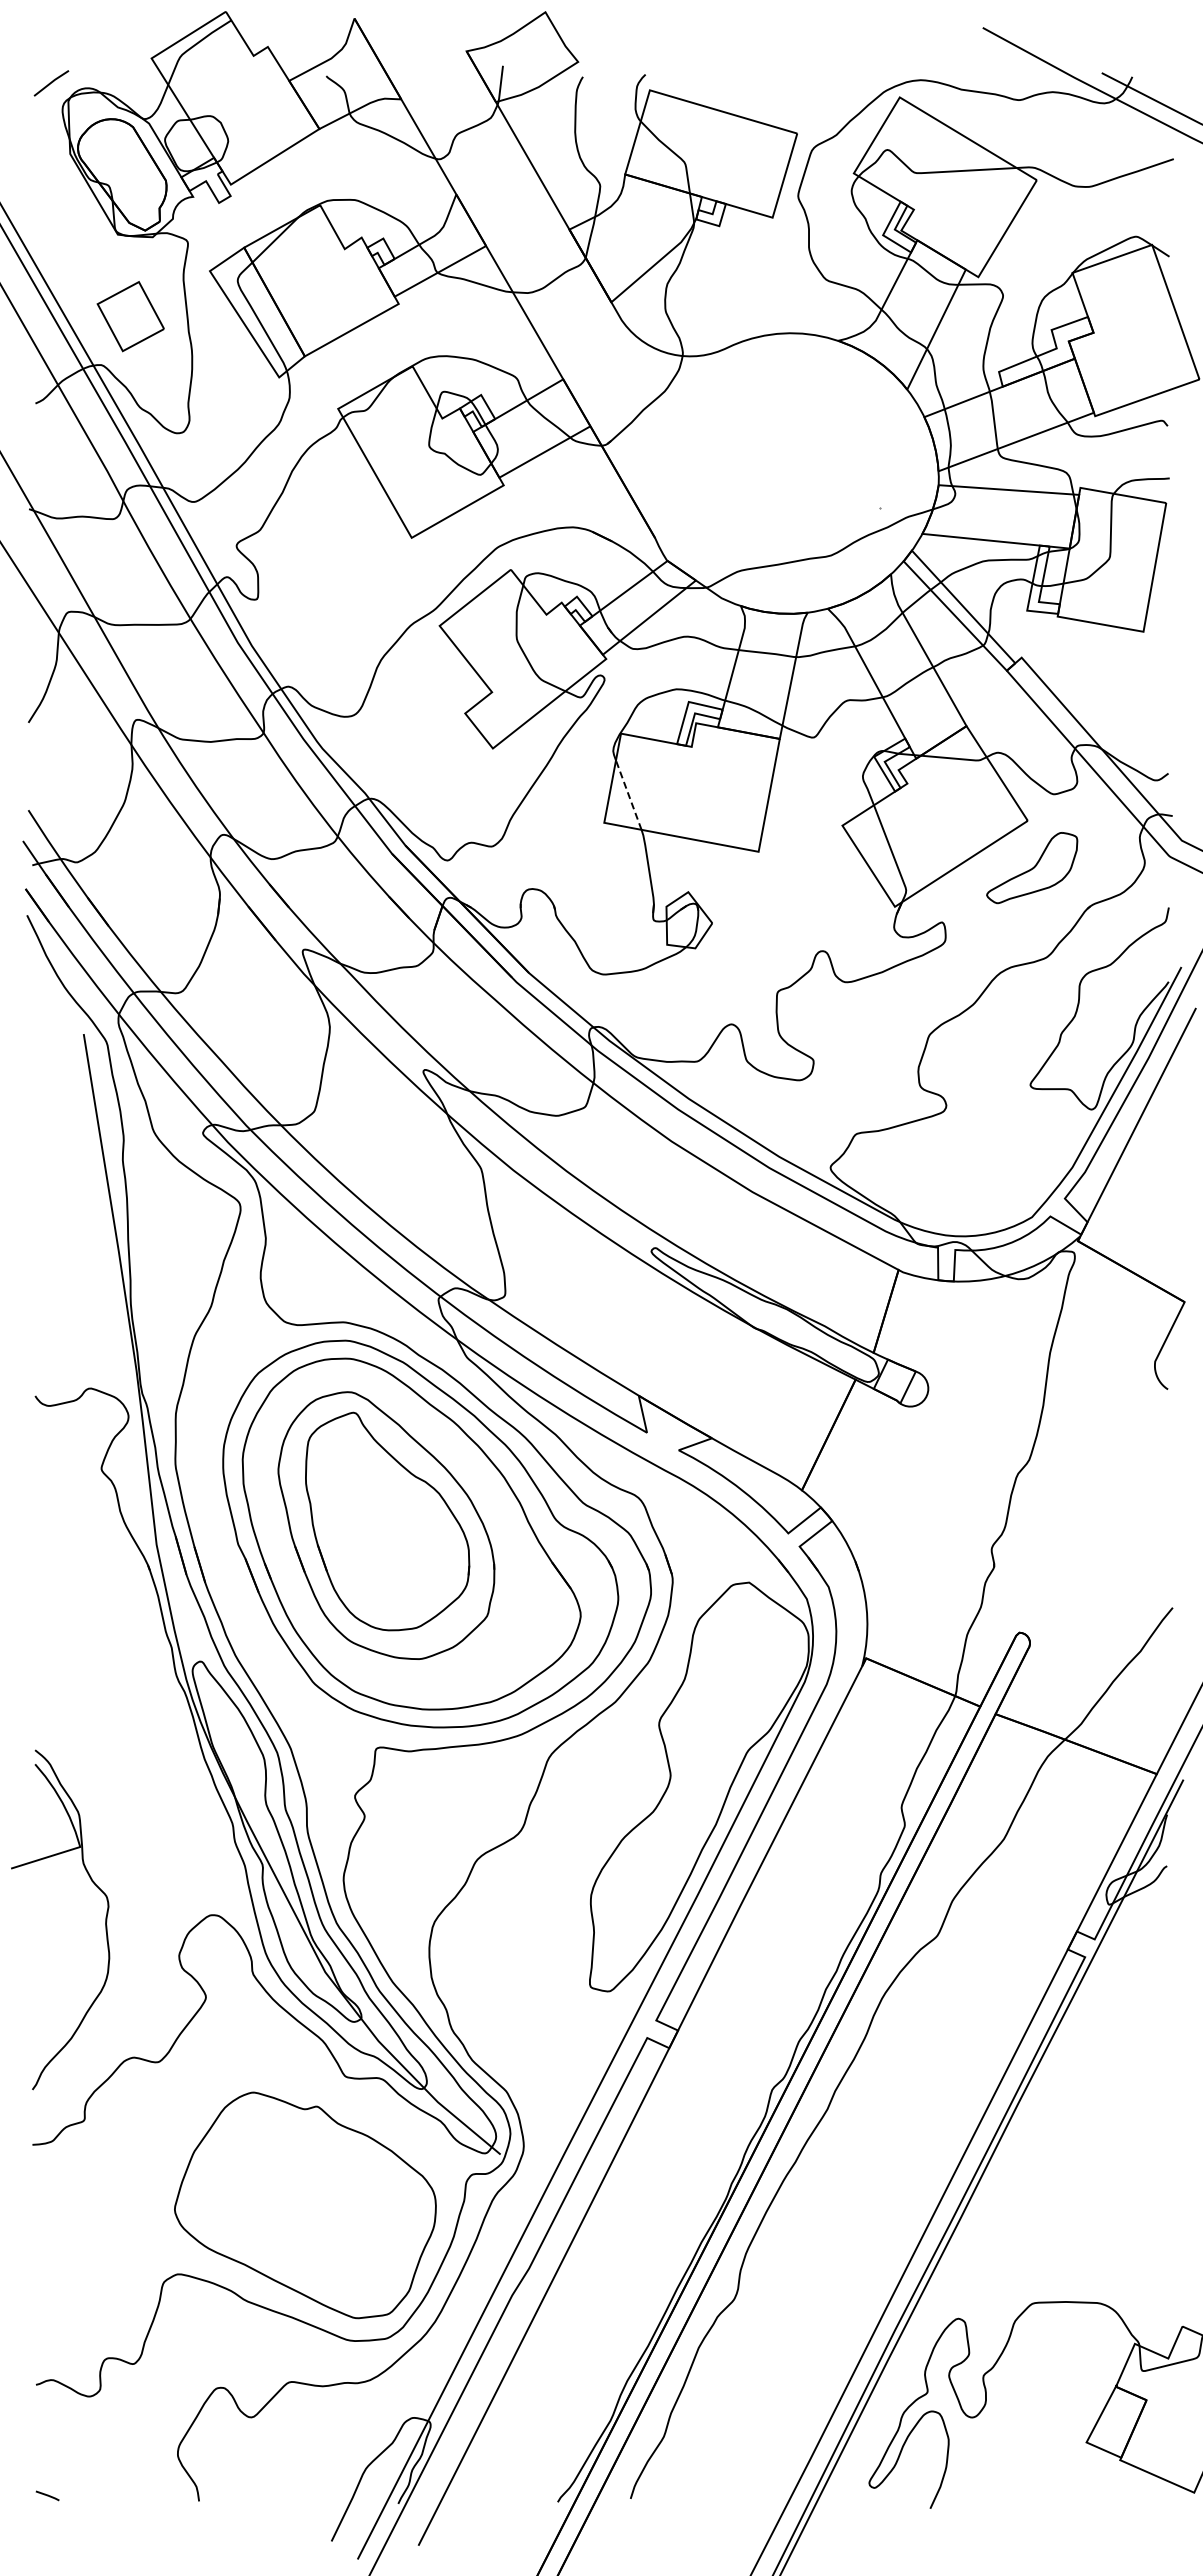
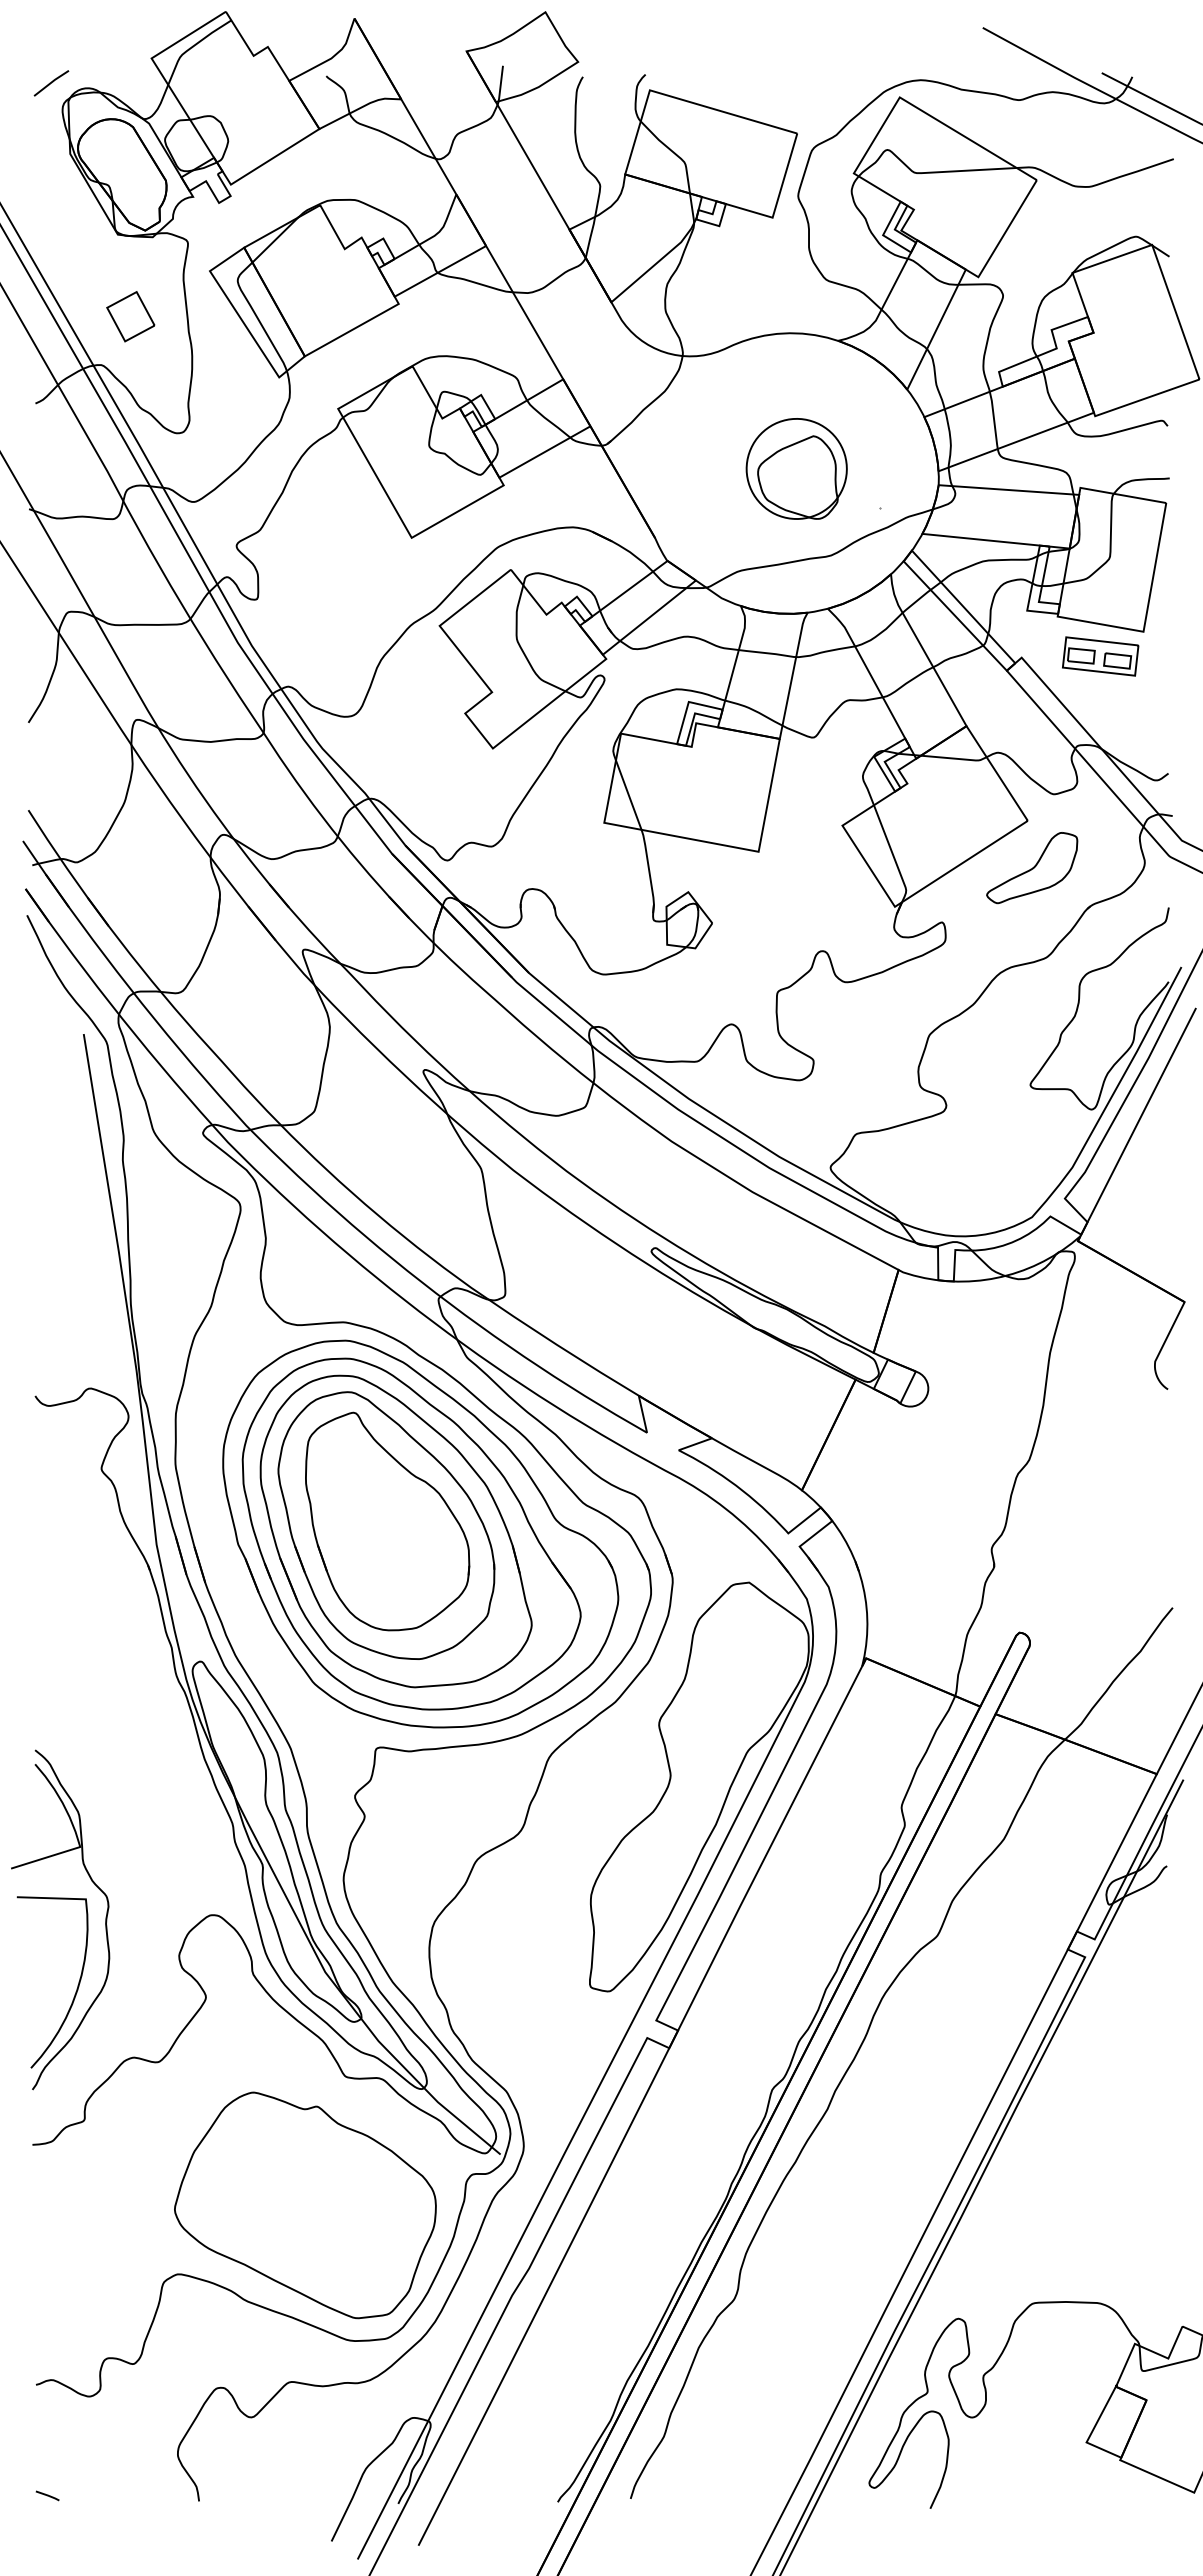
part at (130, 316) size: 69x72 px -> 50x52 px
part at (796, 468): none -> present
part at (1100, 656): none -> present
line at (628, 795): dashed -> solid
part at (395, 1531): none -> present
curve at (75, 1991): none -> present
